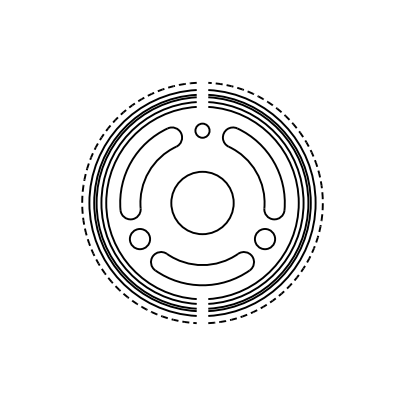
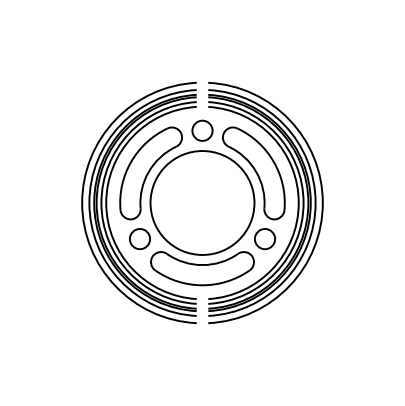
circle at (202, 130) size: 17x17 px -> 23x23 px
arc at (82, 202): dashed -> solid
circle at (202, 202) diameter: 62 px -> 104 px
arc at (322, 203): dashed -> solid
